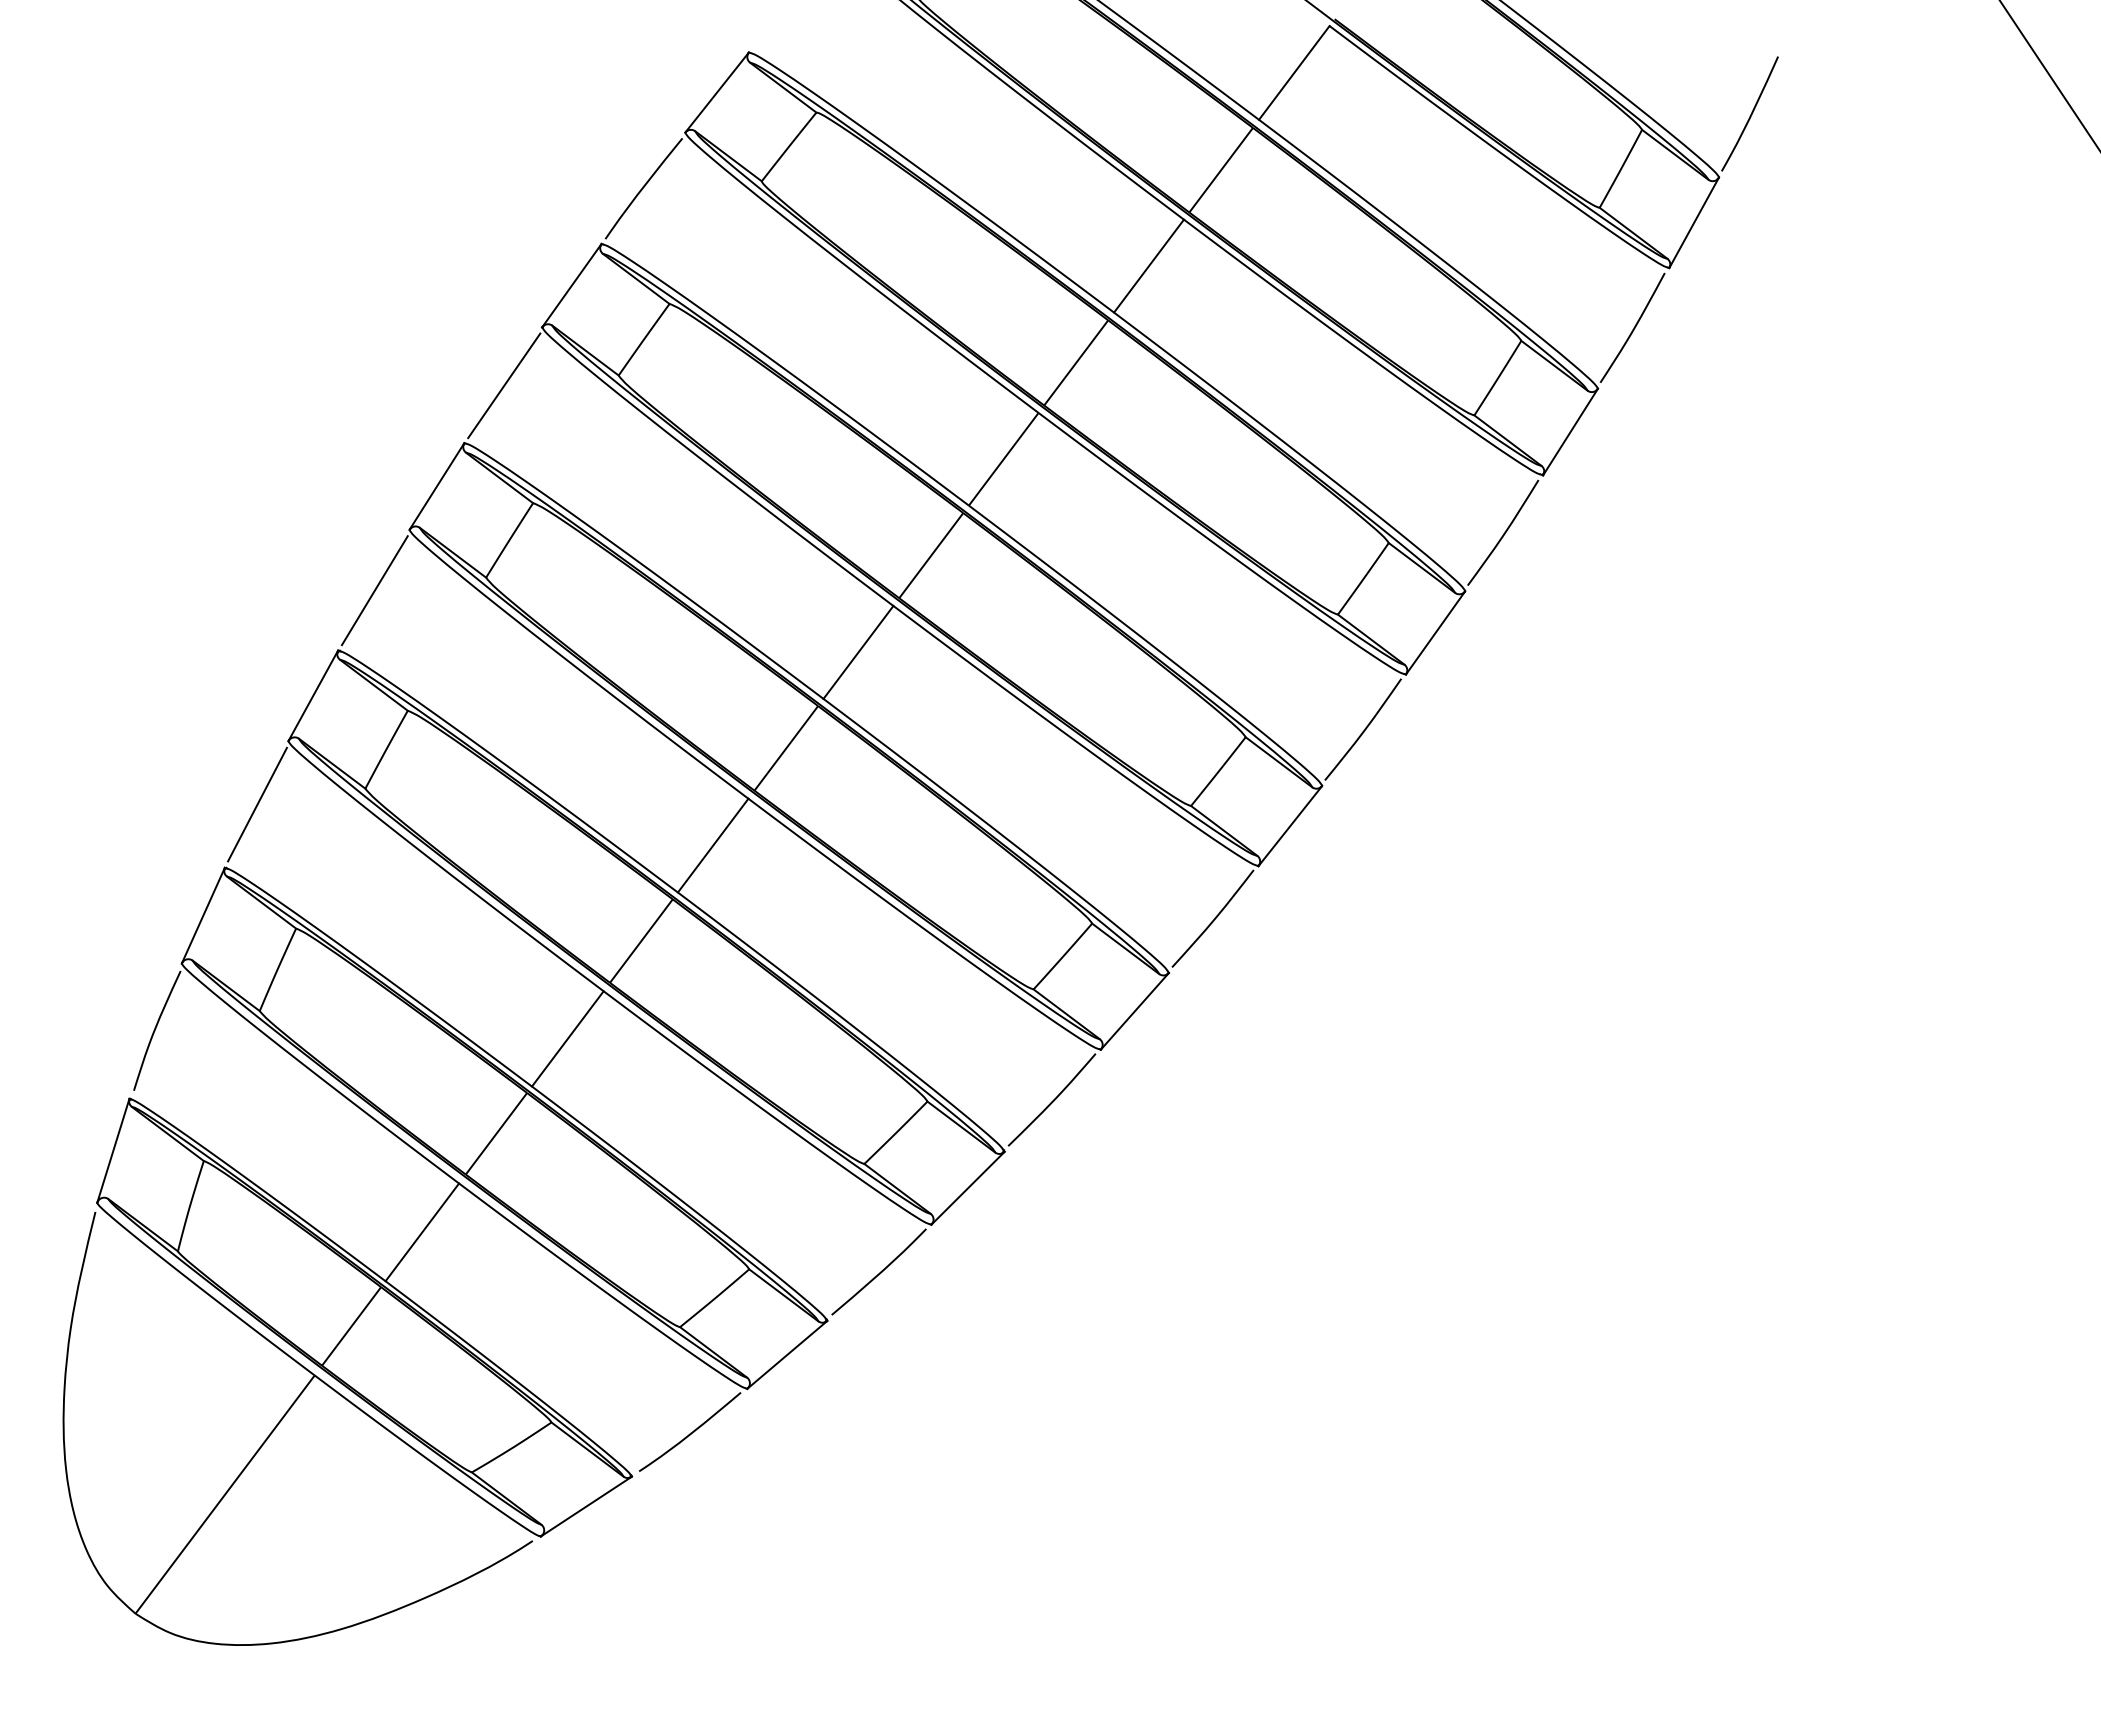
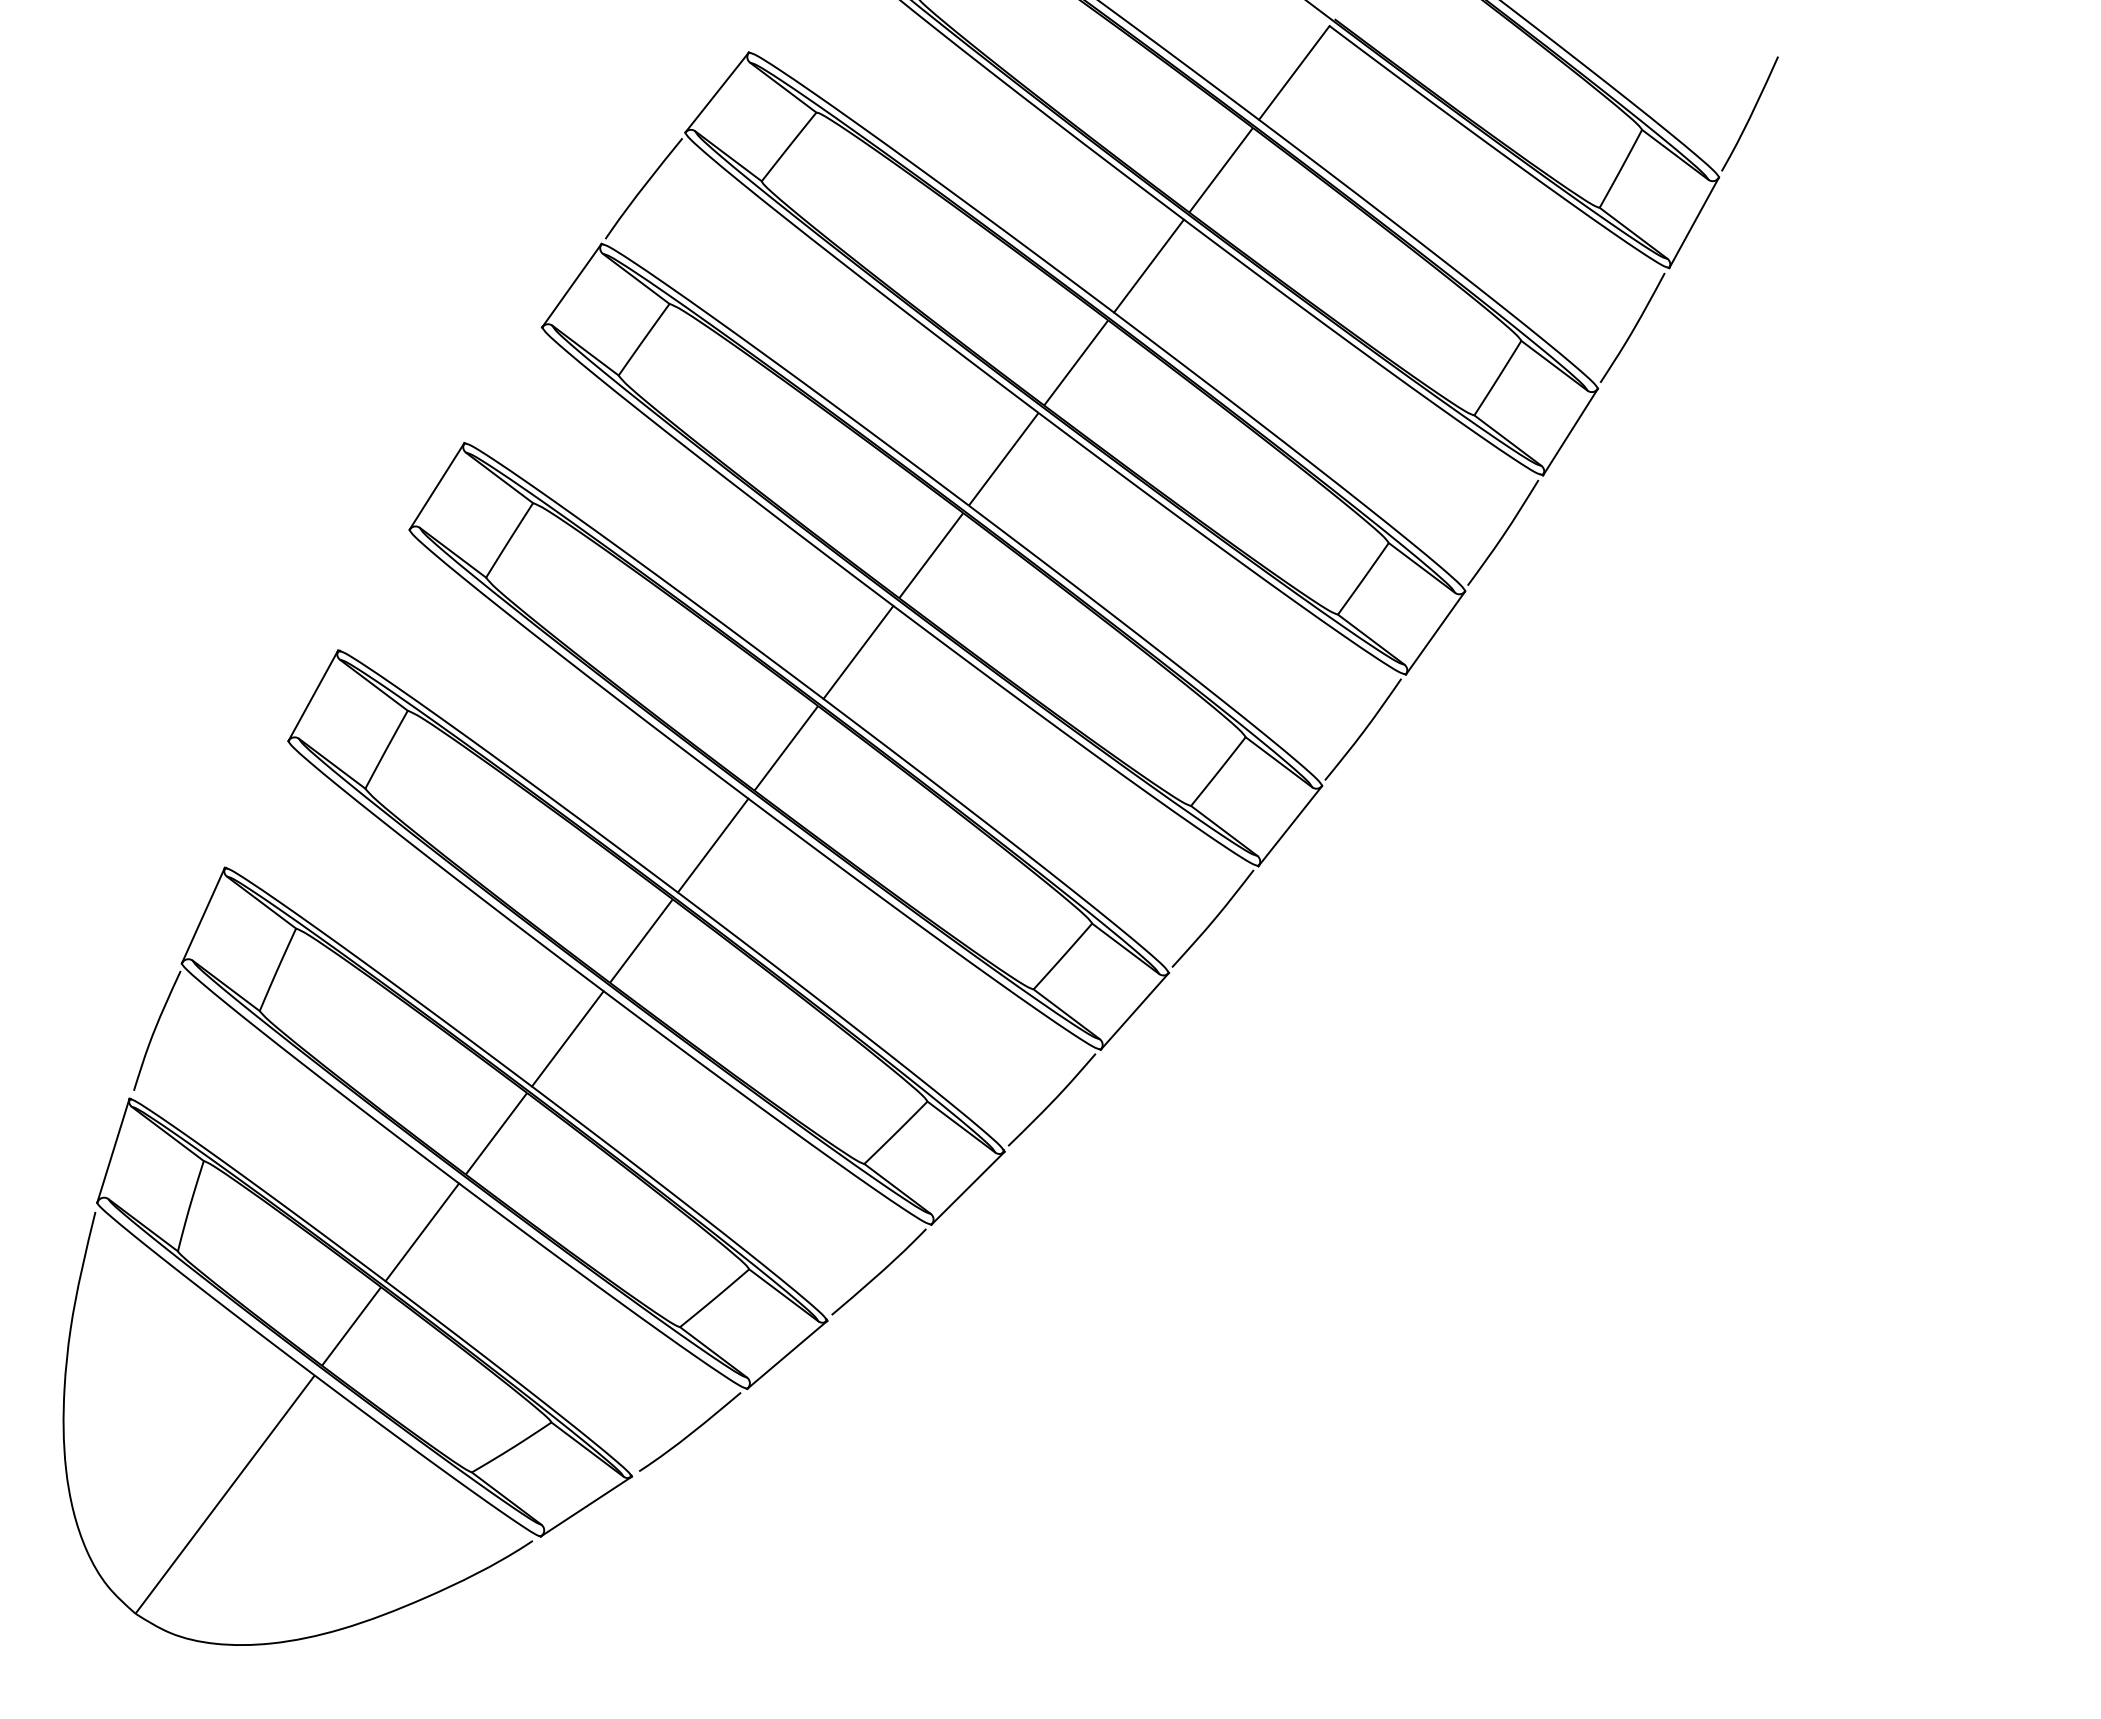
line at (2048, 74): present -> none
line at (504, 385): present -> none
line at (374, 590): present -> none
line at (257, 804): present -> none
